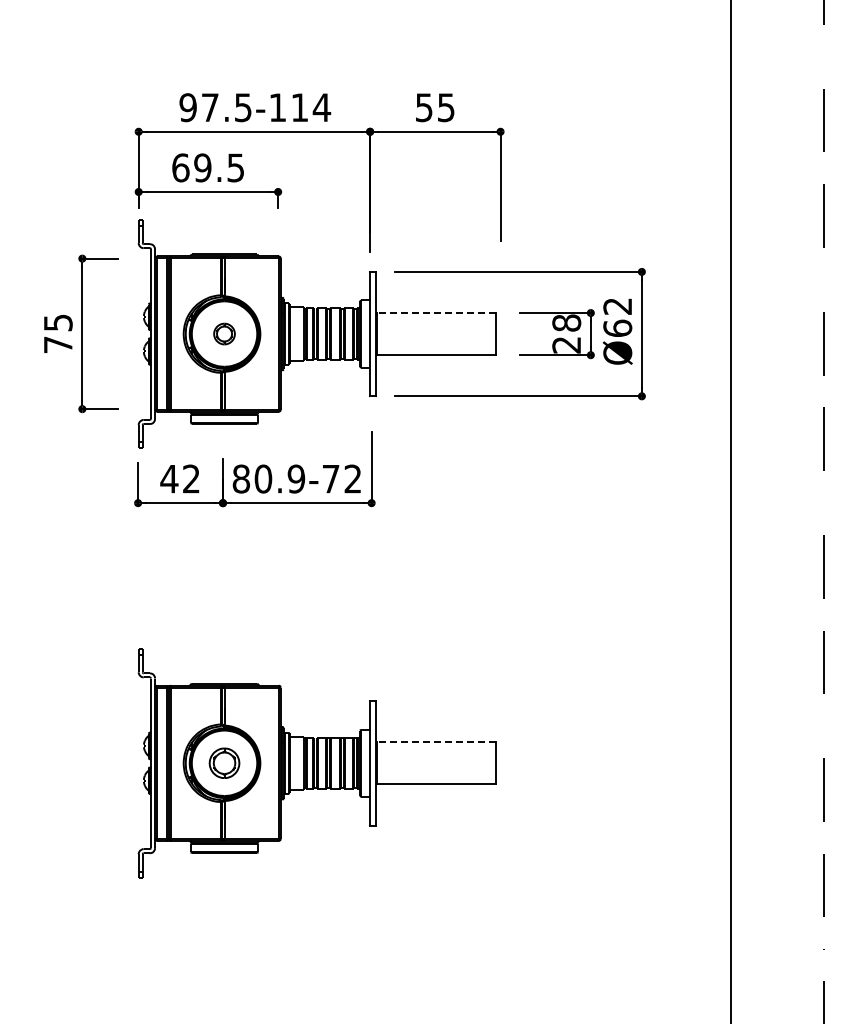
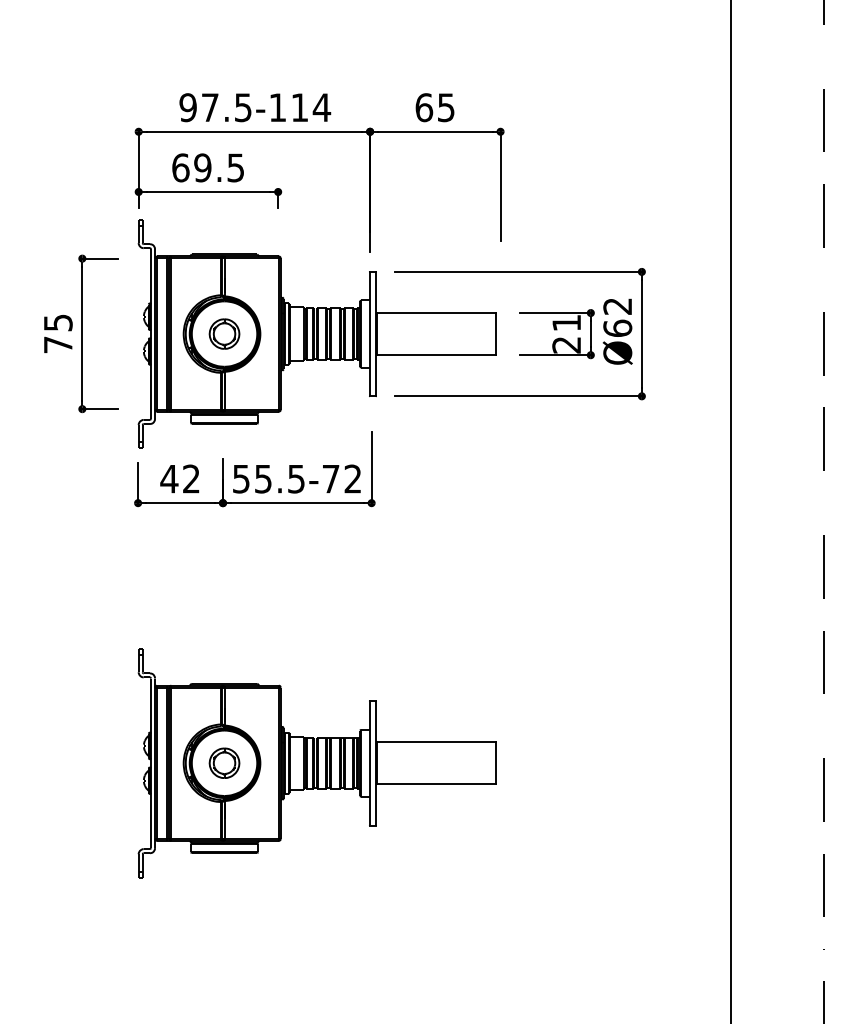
text at (424, 107): 55 -> 65
line at (435, 313): dashed -> solid
text at (566, 322): 28 -> 21
part at (224, 333) size: 23x24 px -> 33x32 px
text at (268, 478): 80.9-72 -> 55.5-72
line at (435, 742): dashed -> solid
